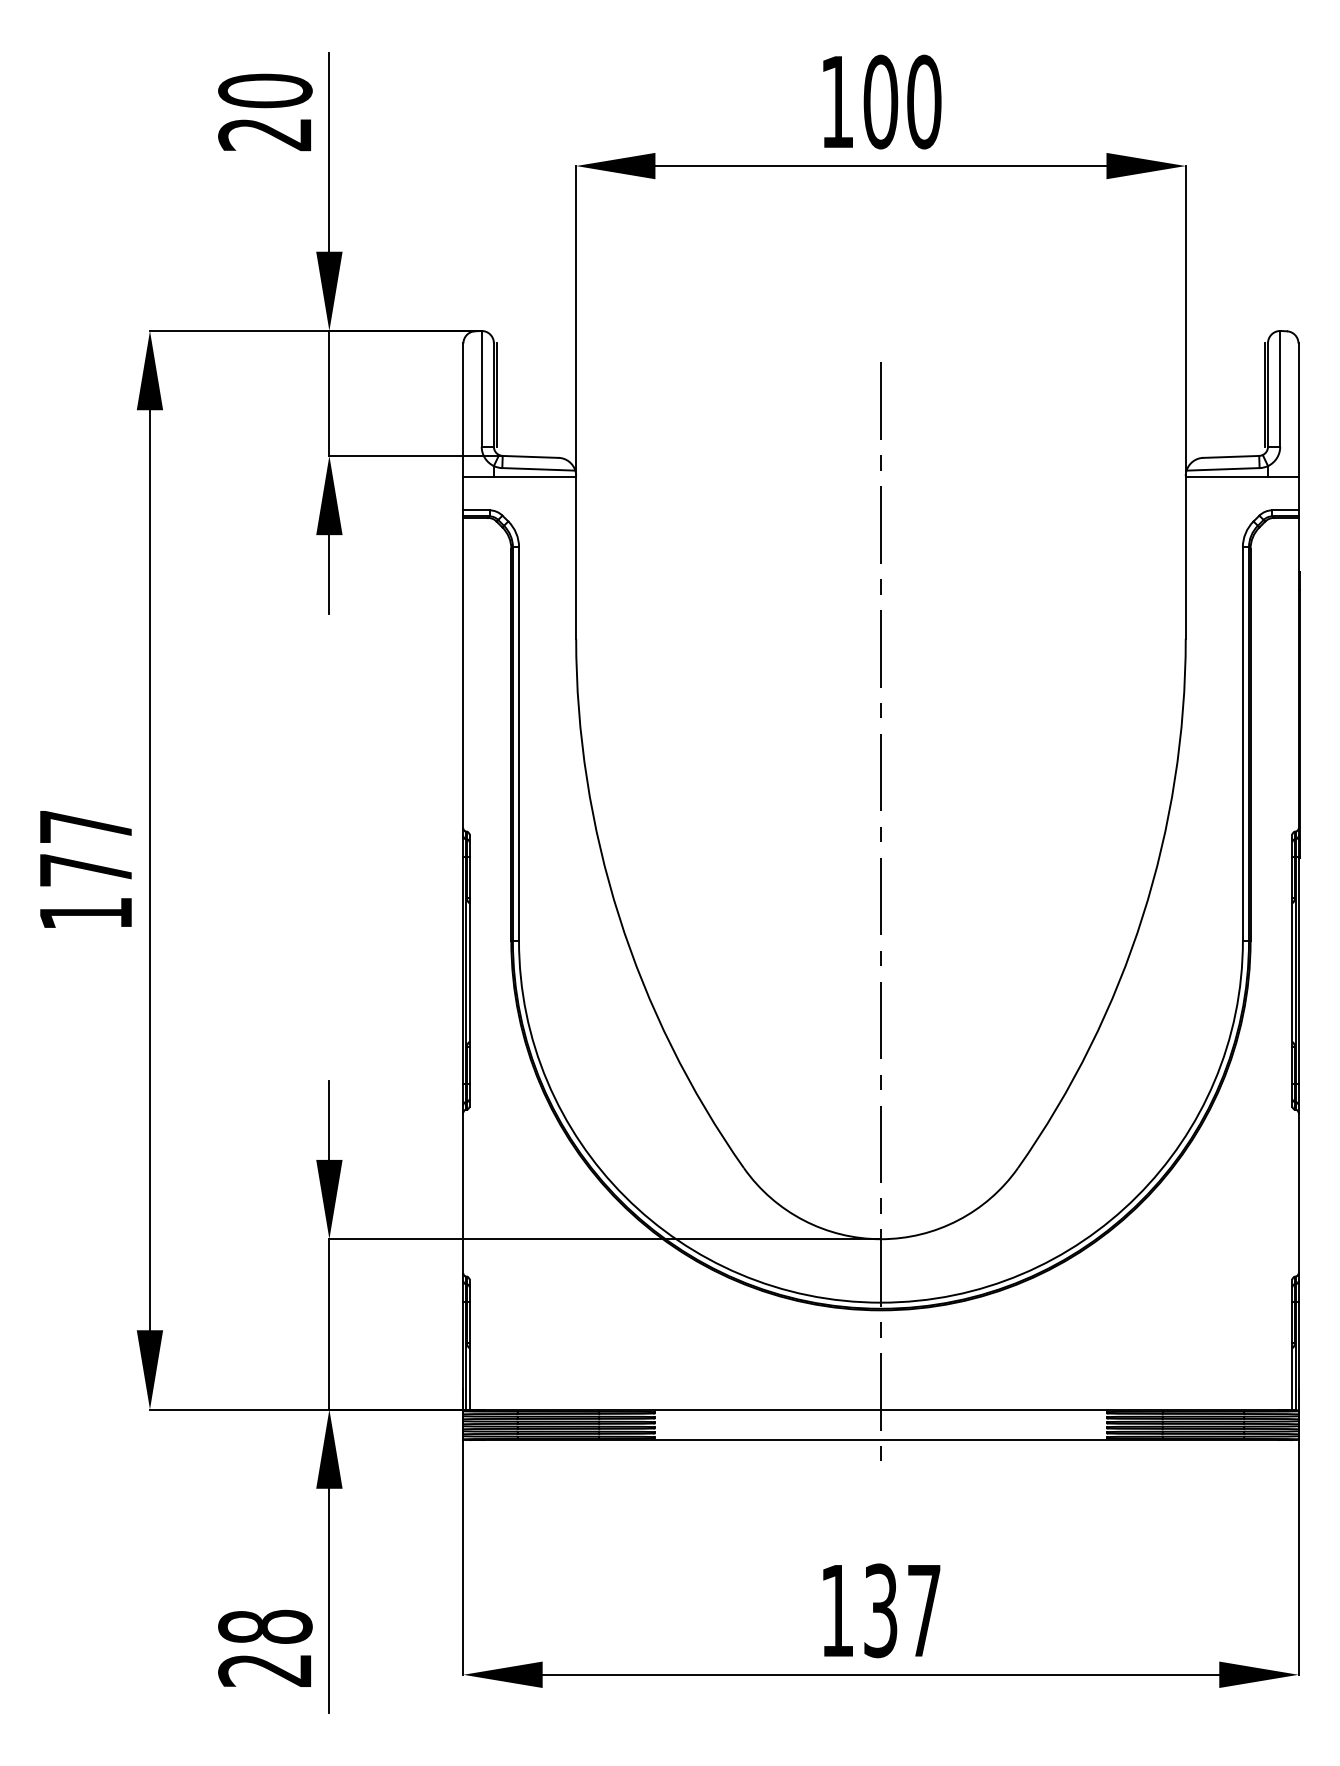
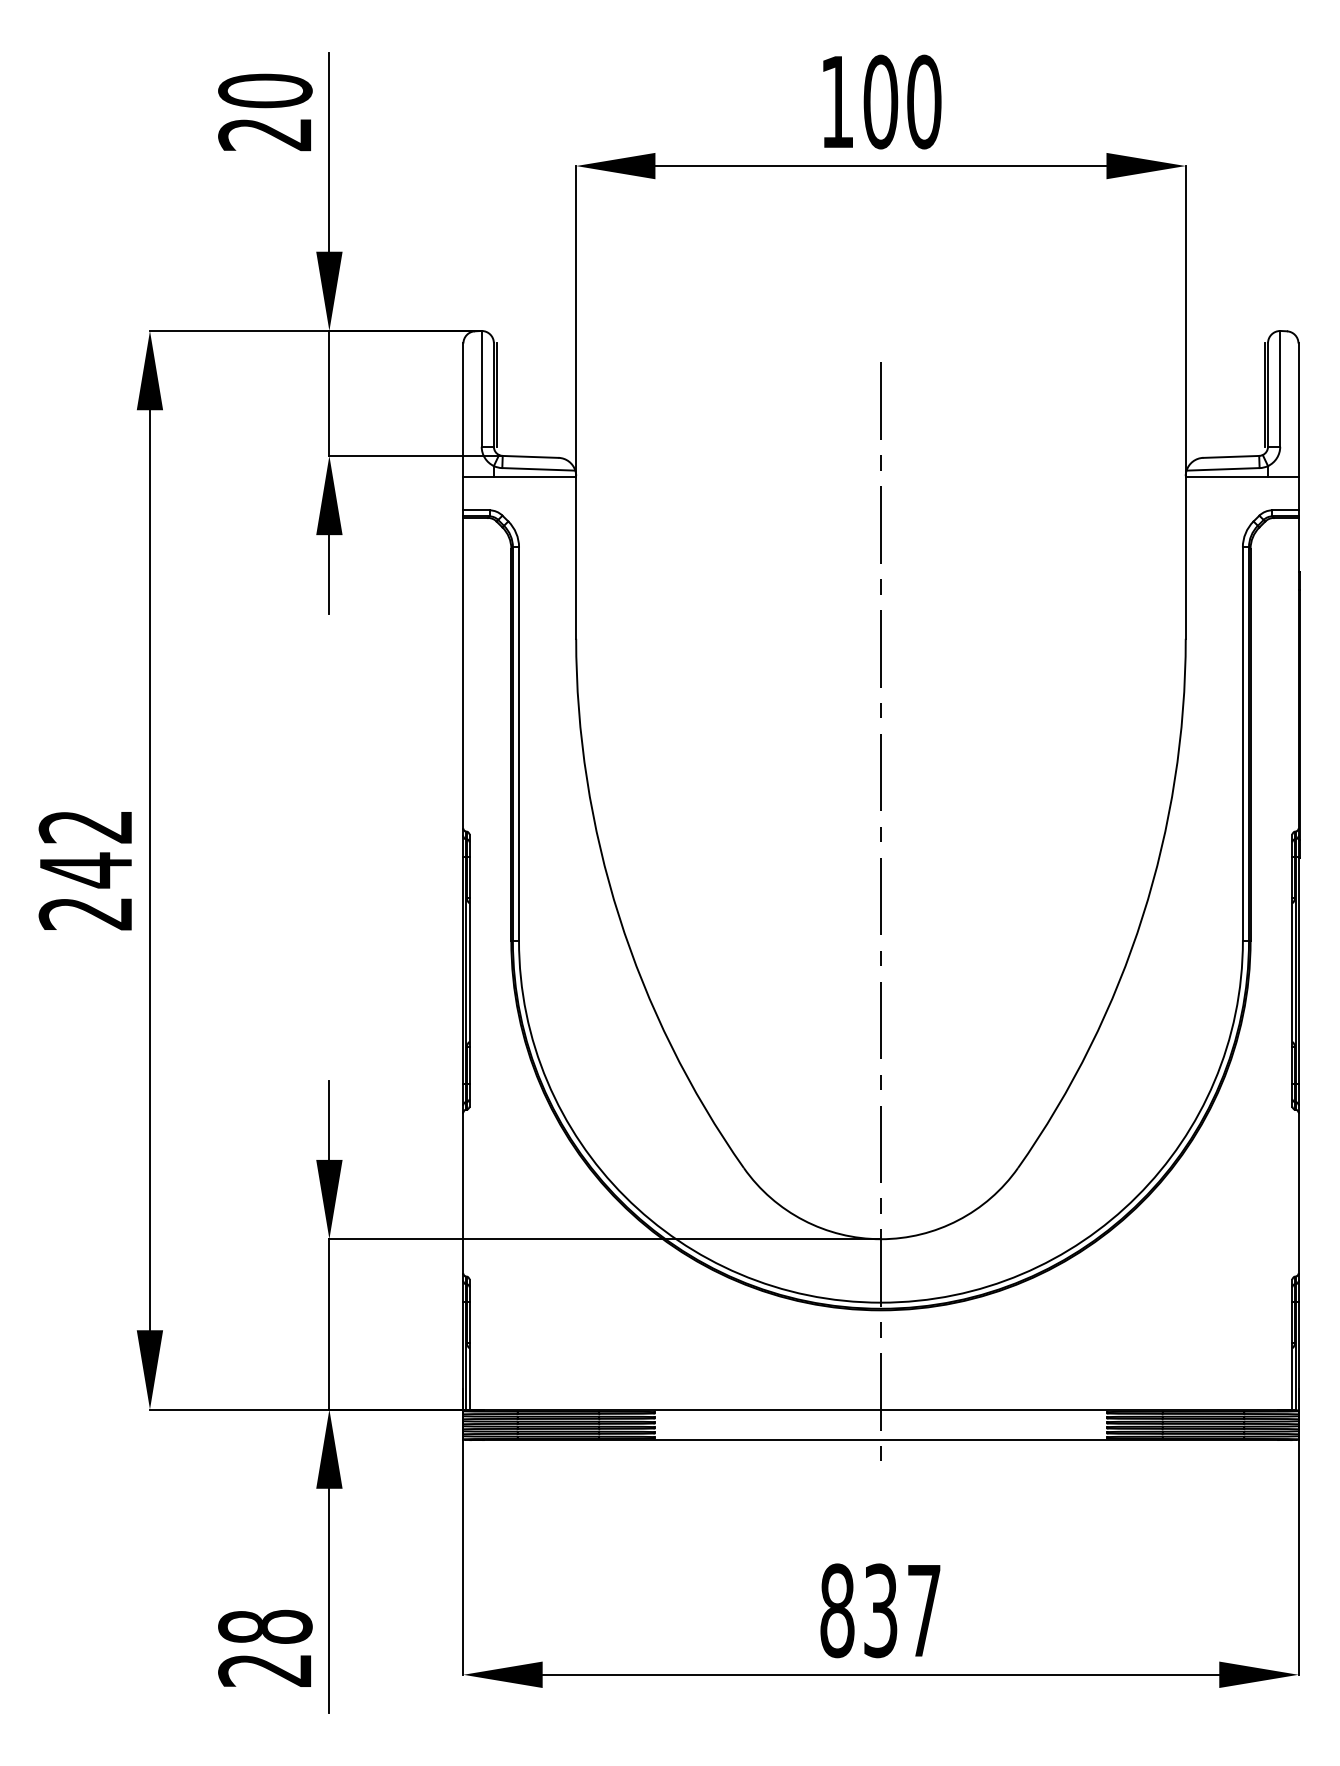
text at (84, 870): 177 -> 242
text at (837, 1610): 137 -> 837
